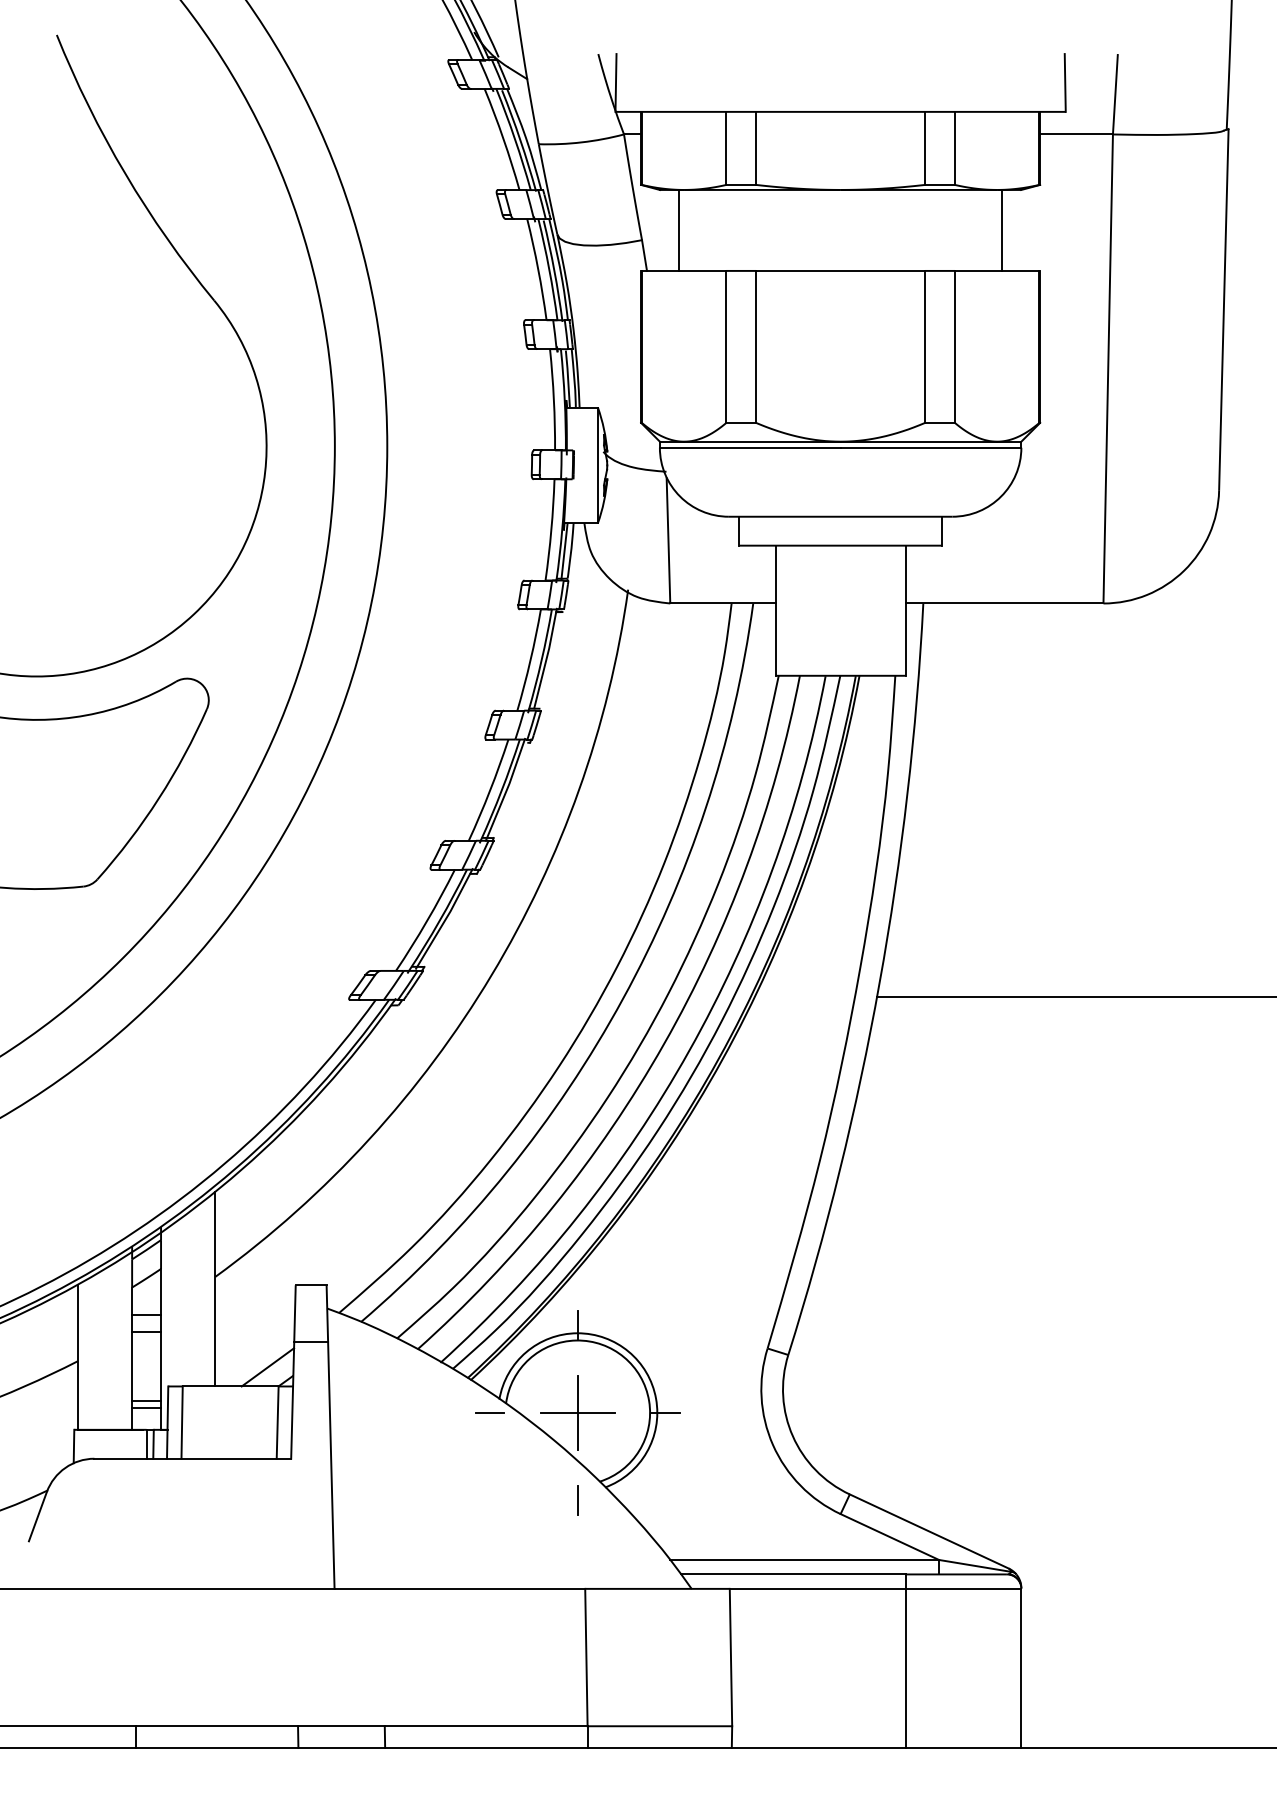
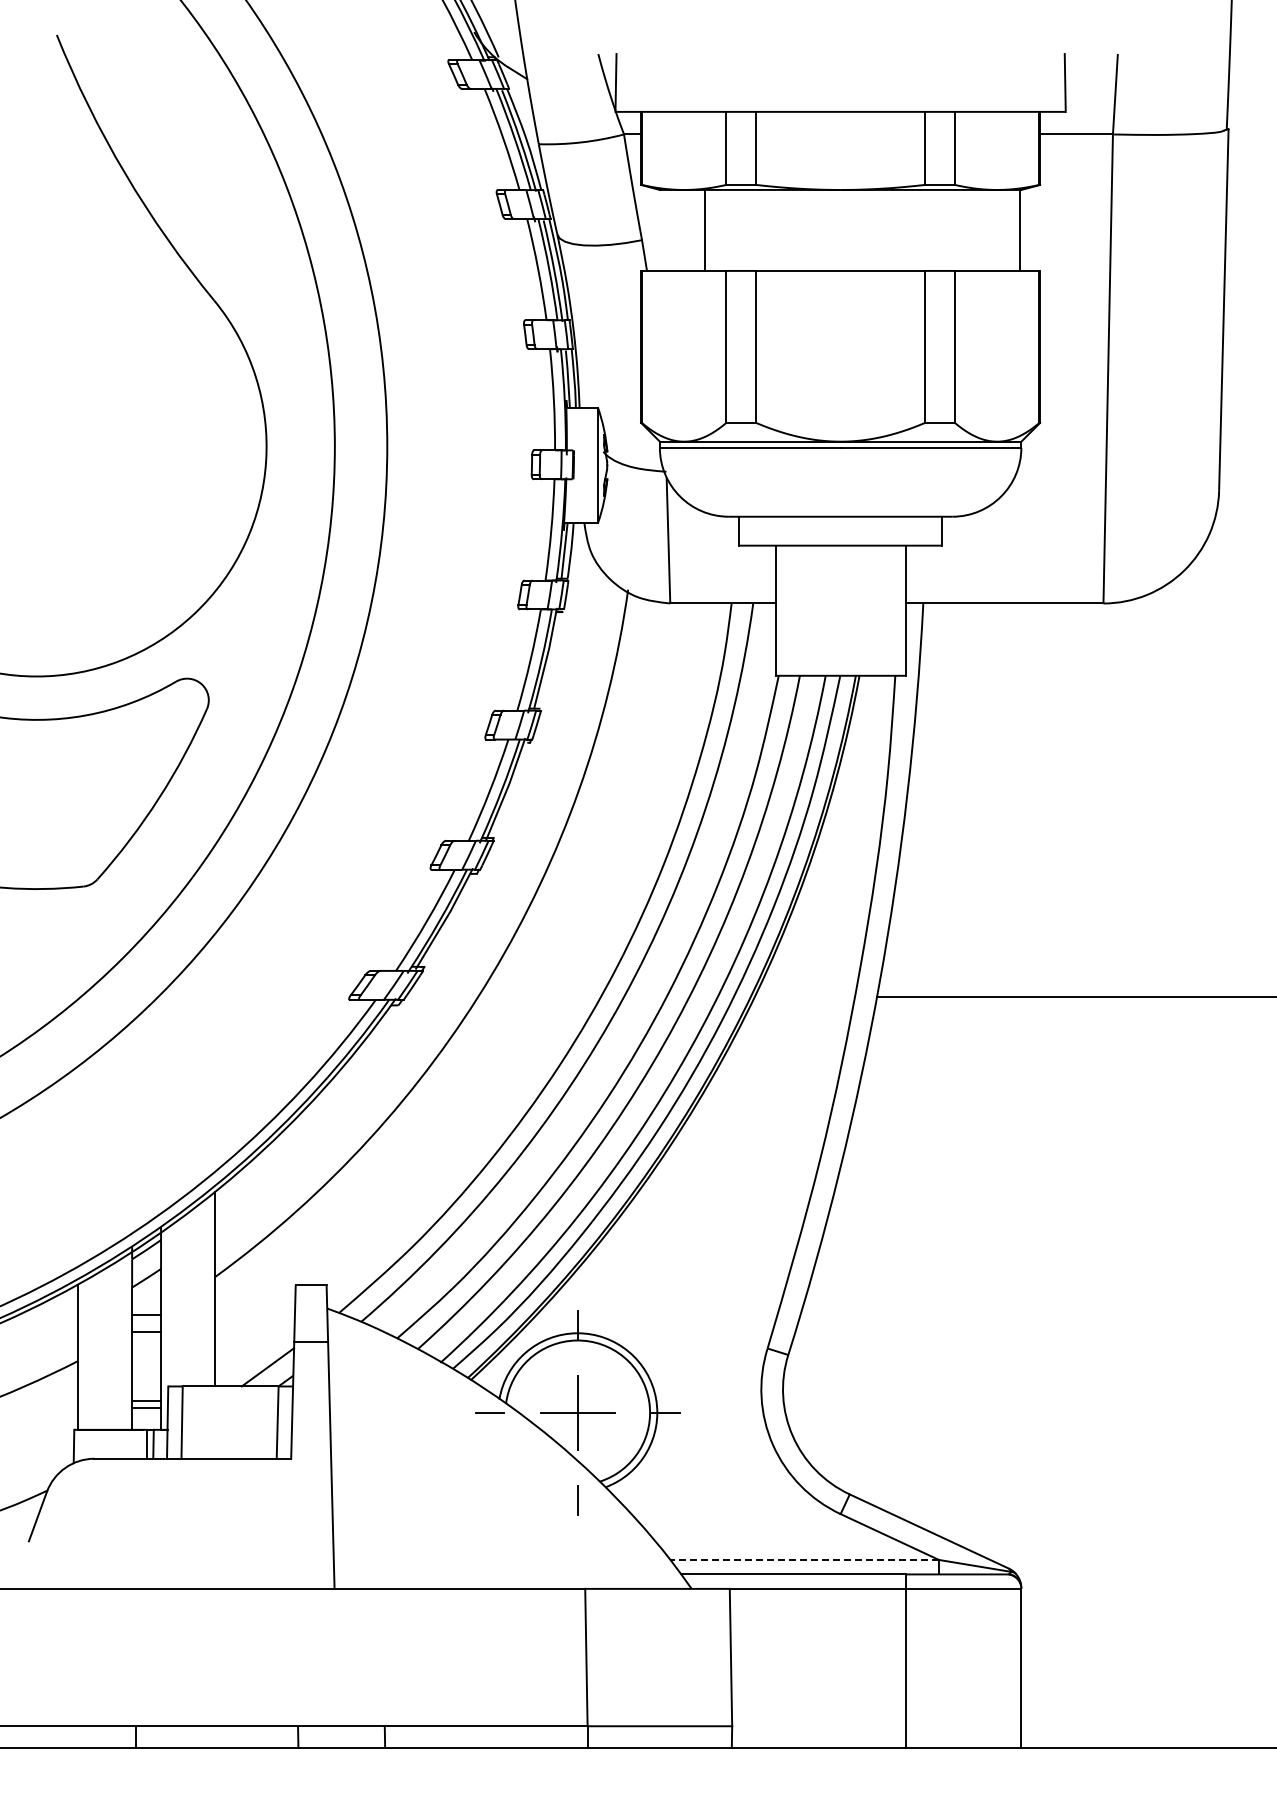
line at (679, 229) position: (679, 229) -> (705, 229)
line at (1001, 229) position: (1001, 229) -> (1019, 229)
line at (804, 1559): solid -> dashed
